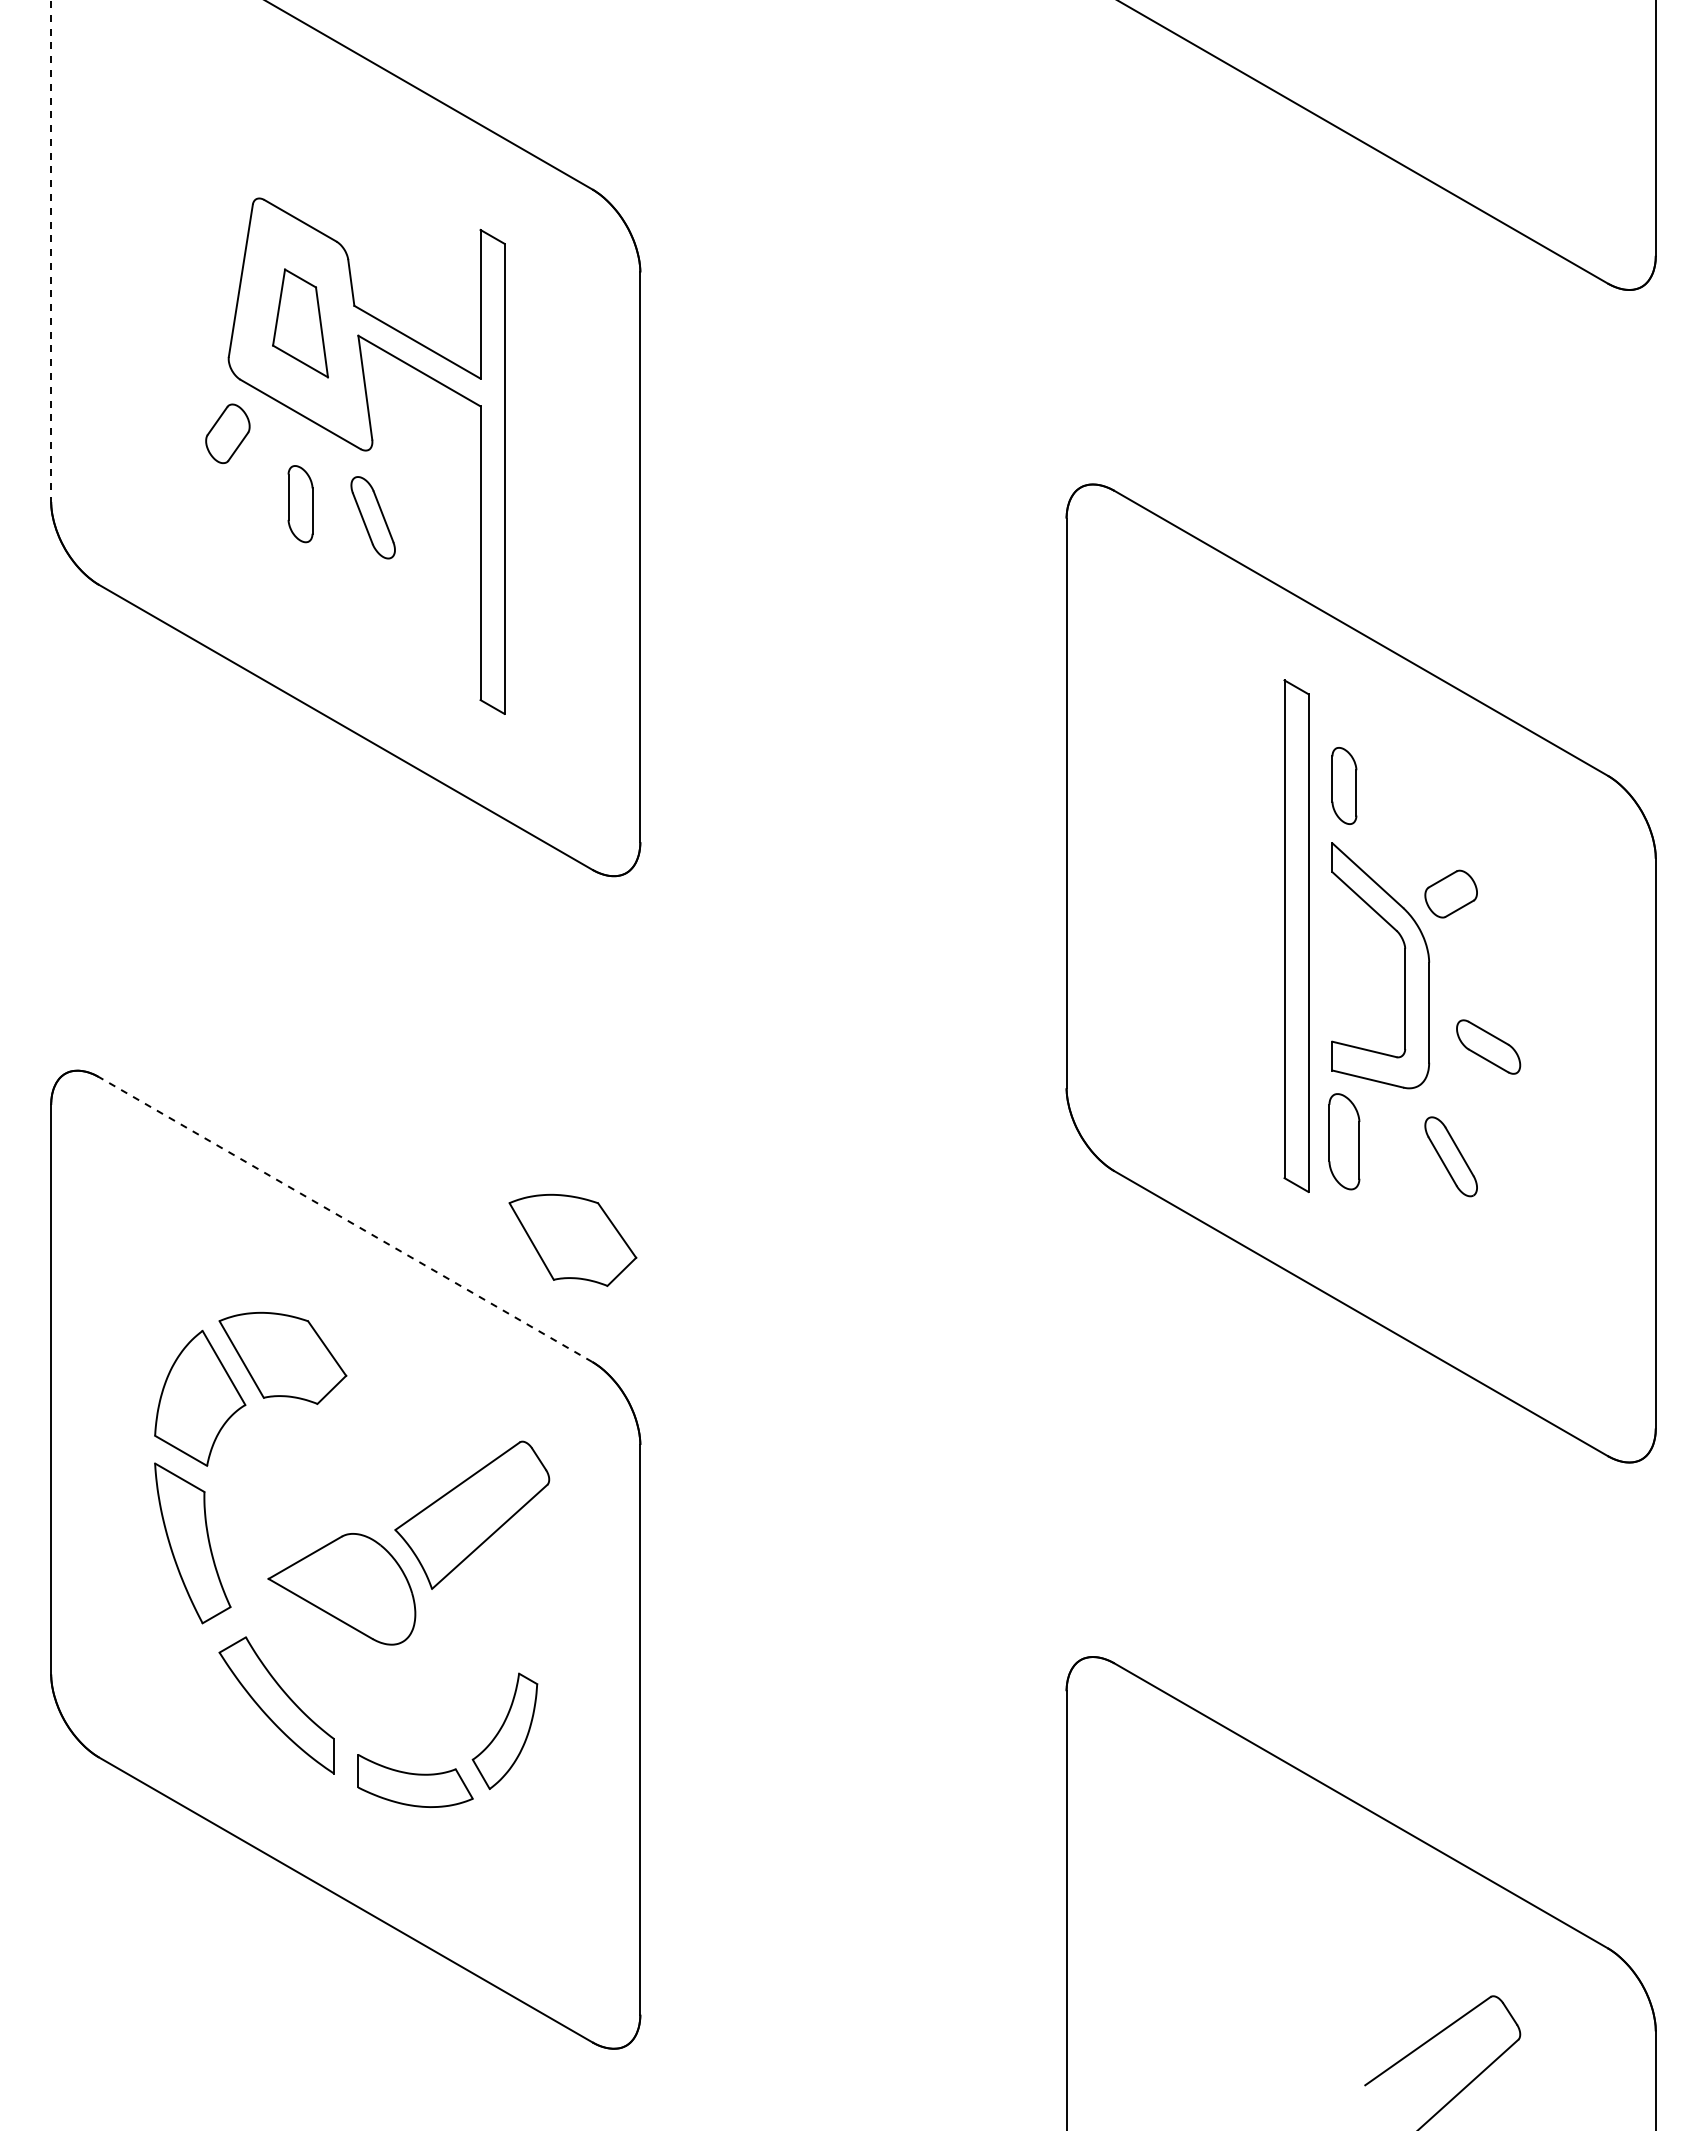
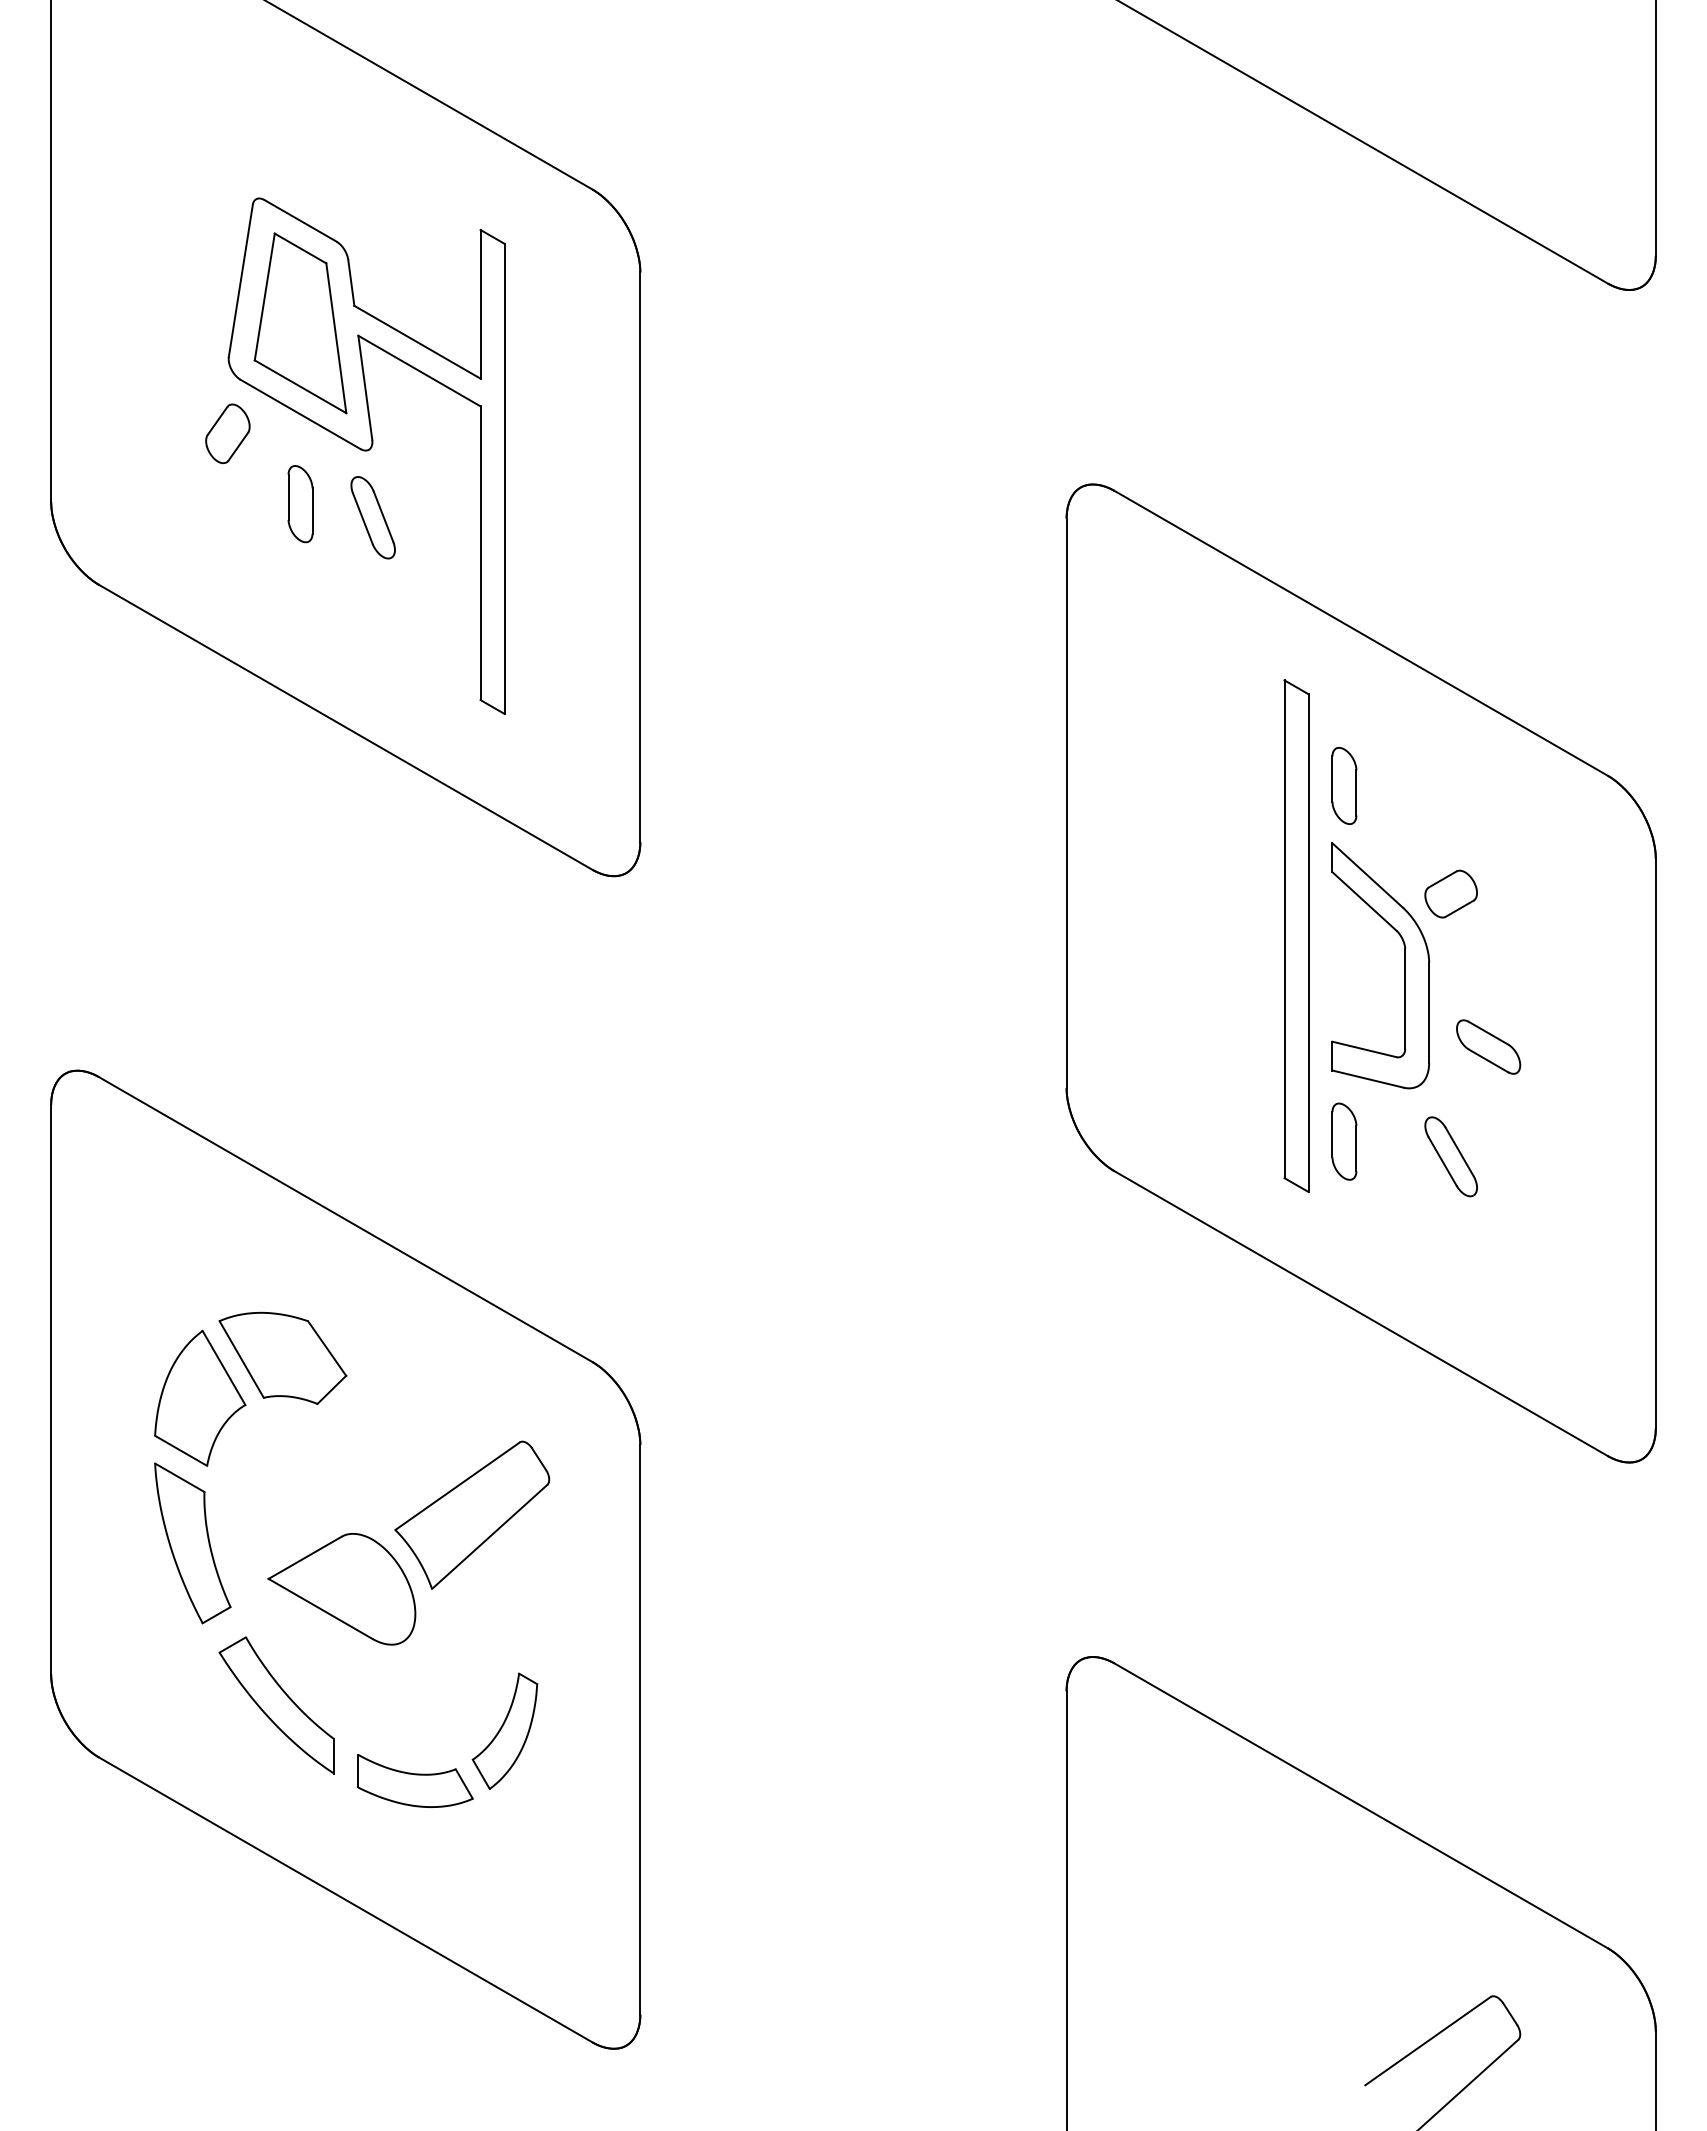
line at (51, 251): dashed -> solid
part at (300, 323) size: 57x111 px -> 95x183 px
part at (1344, 1141) size: 33x98 px -> 27x79 px
line at (345, 1219): dashed -> solid
part at (572, 1239): present -> none
